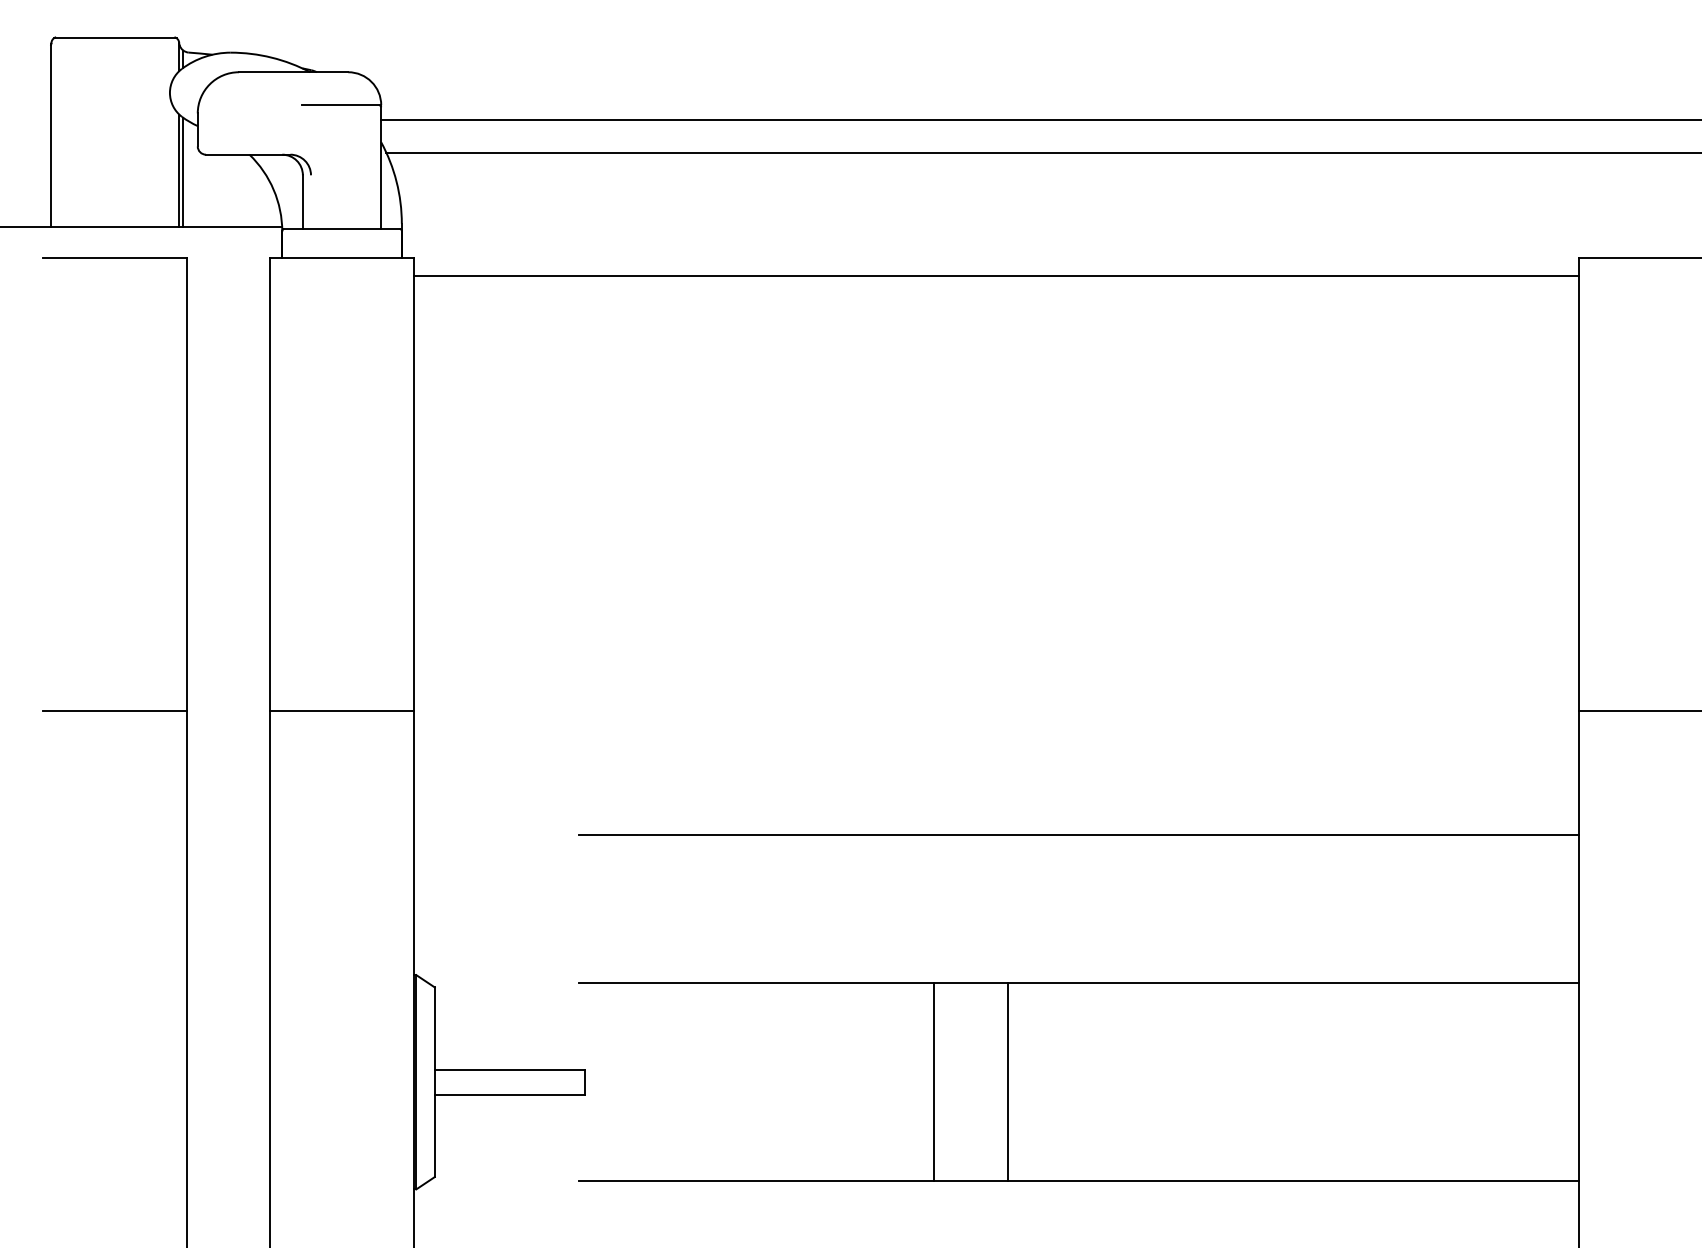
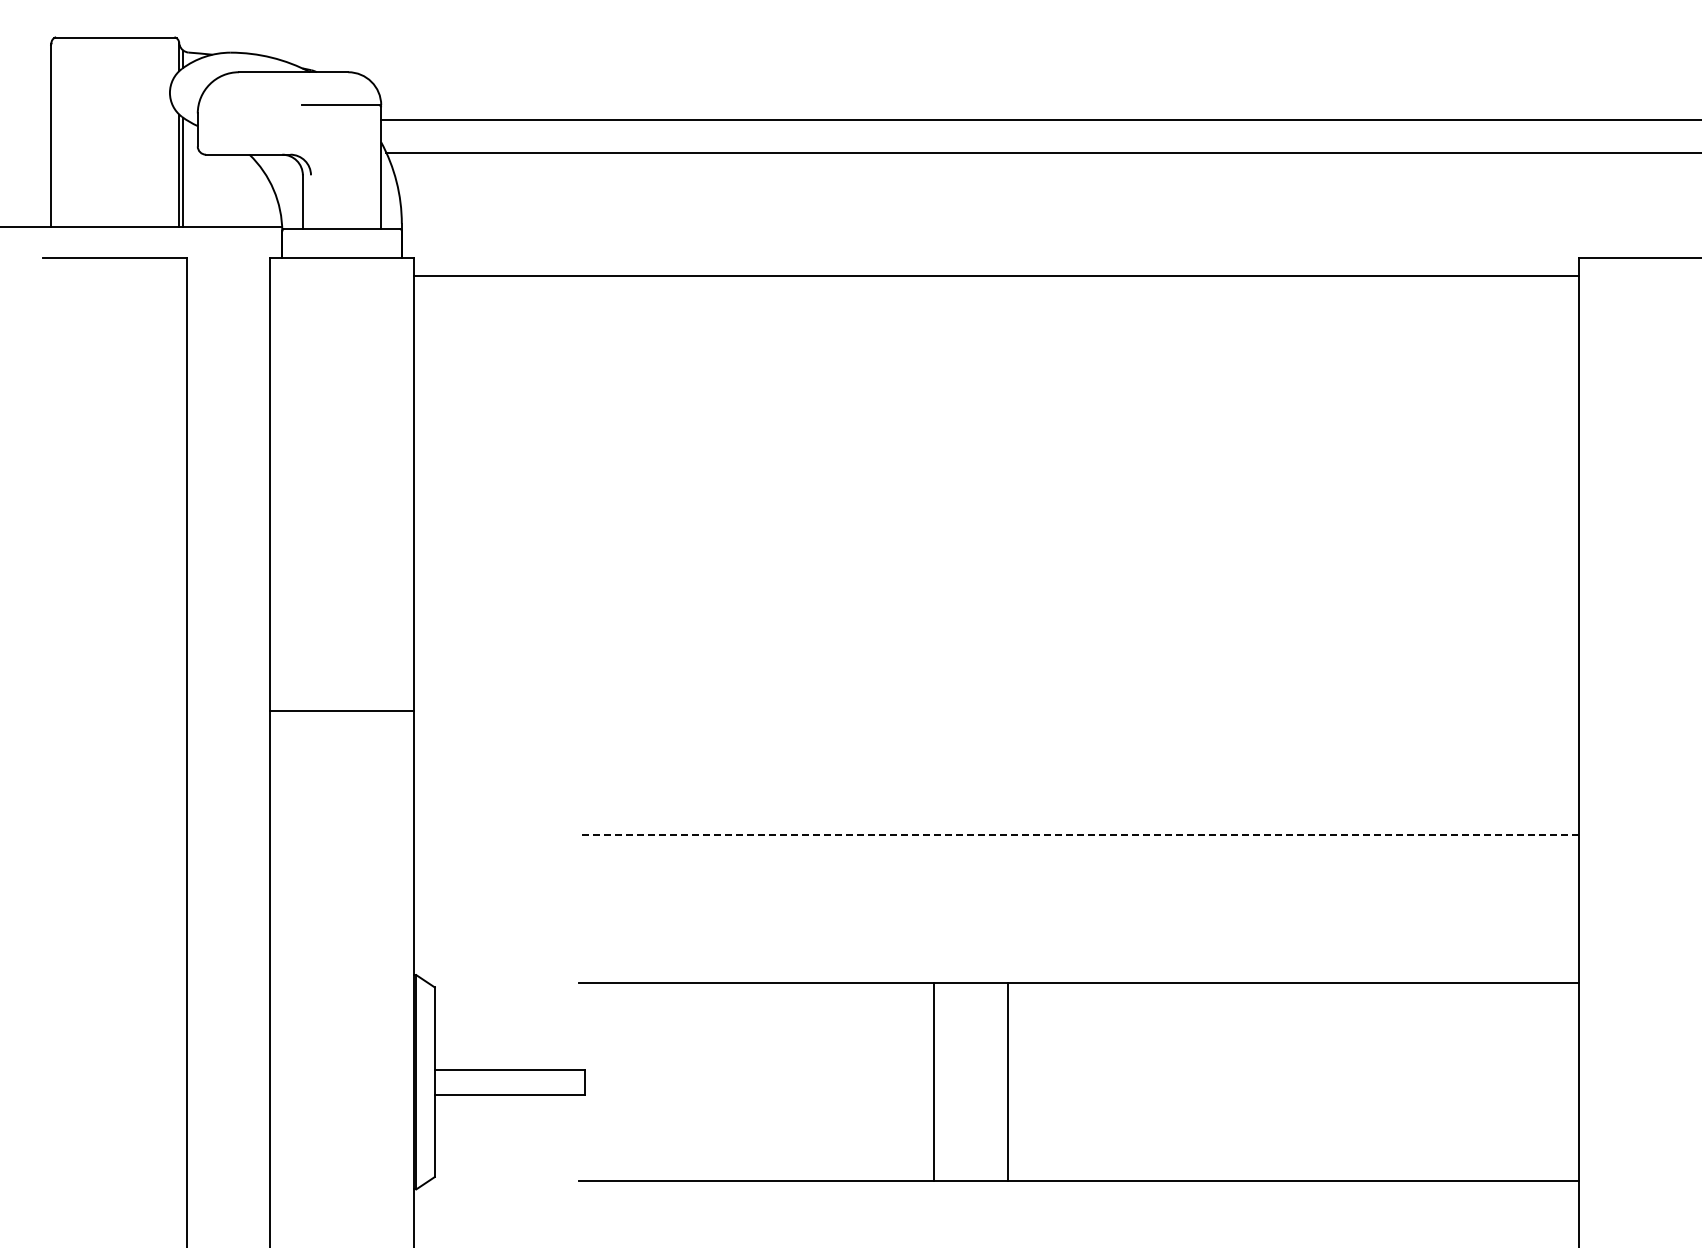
line at (115, 711): present -> none
line at (1638, 711): present -> none
line at (1078, 834): solid -> dashed
